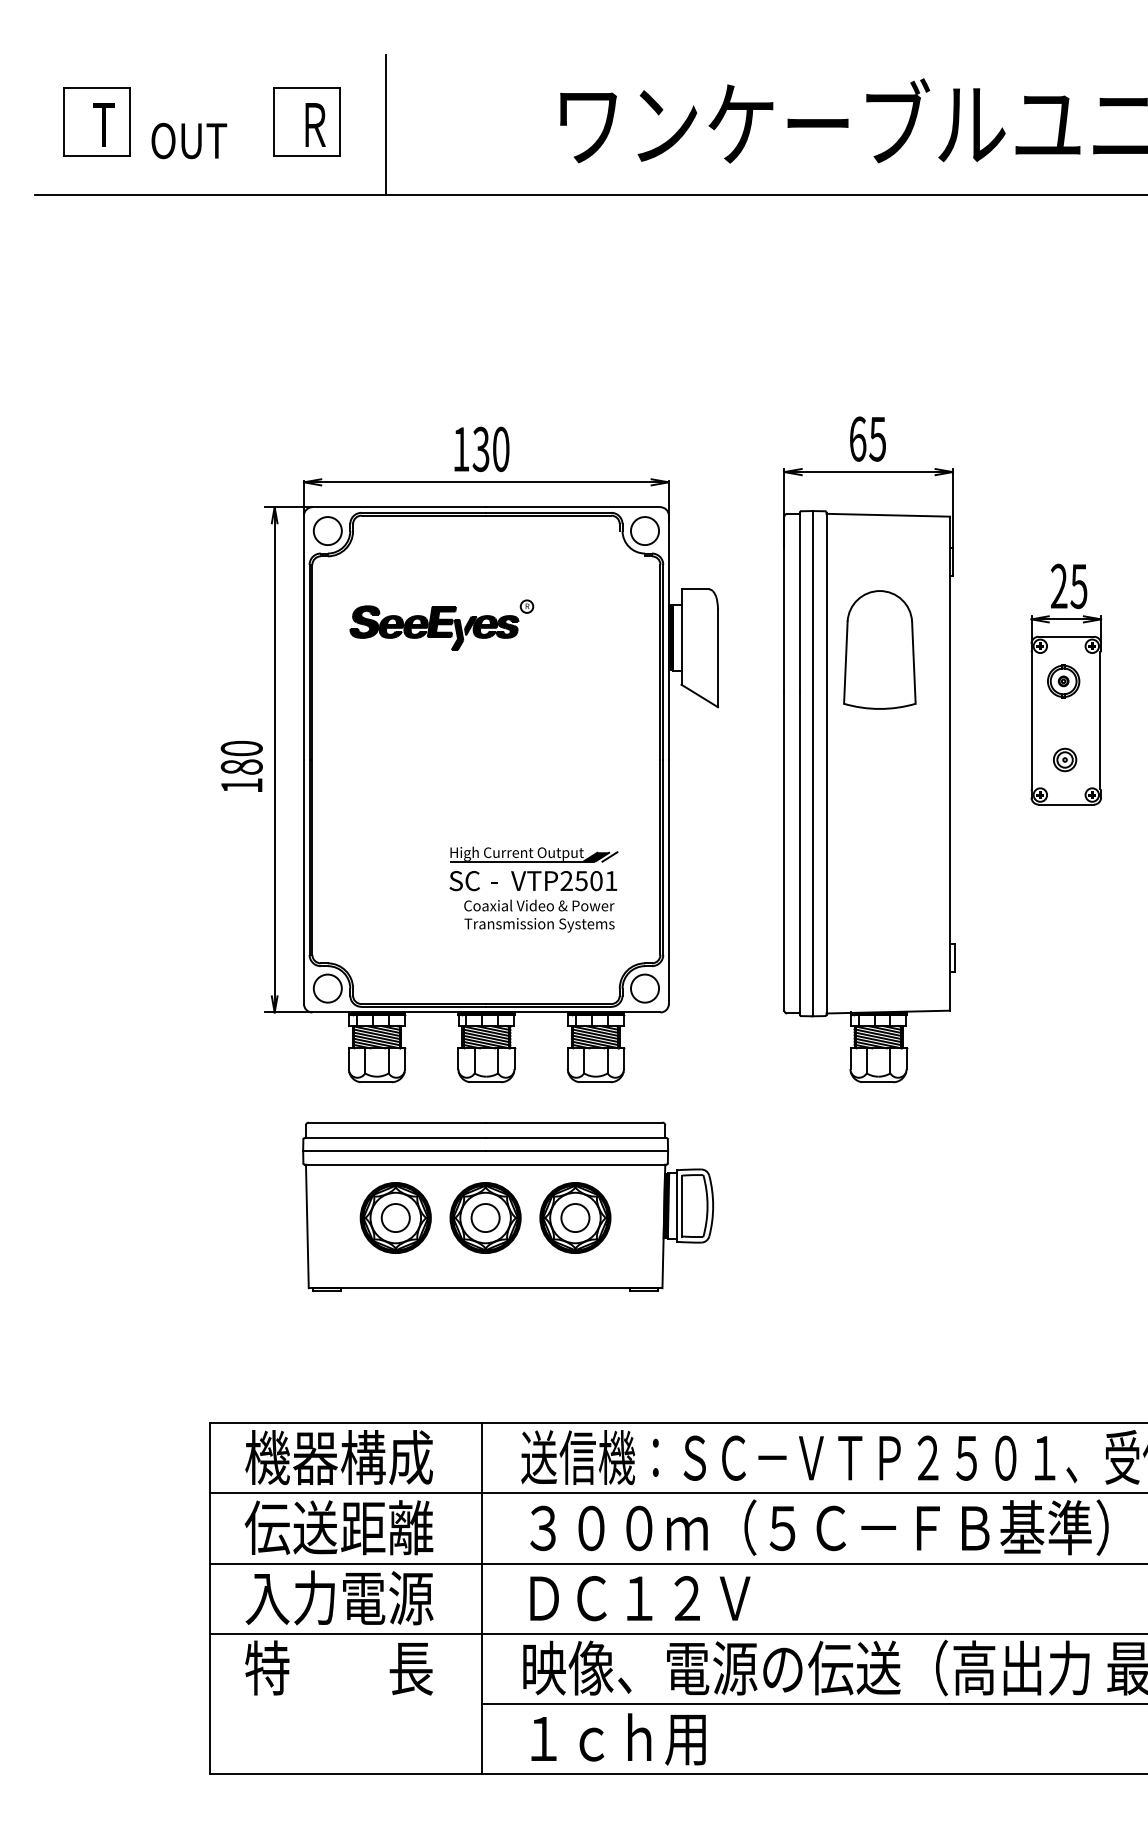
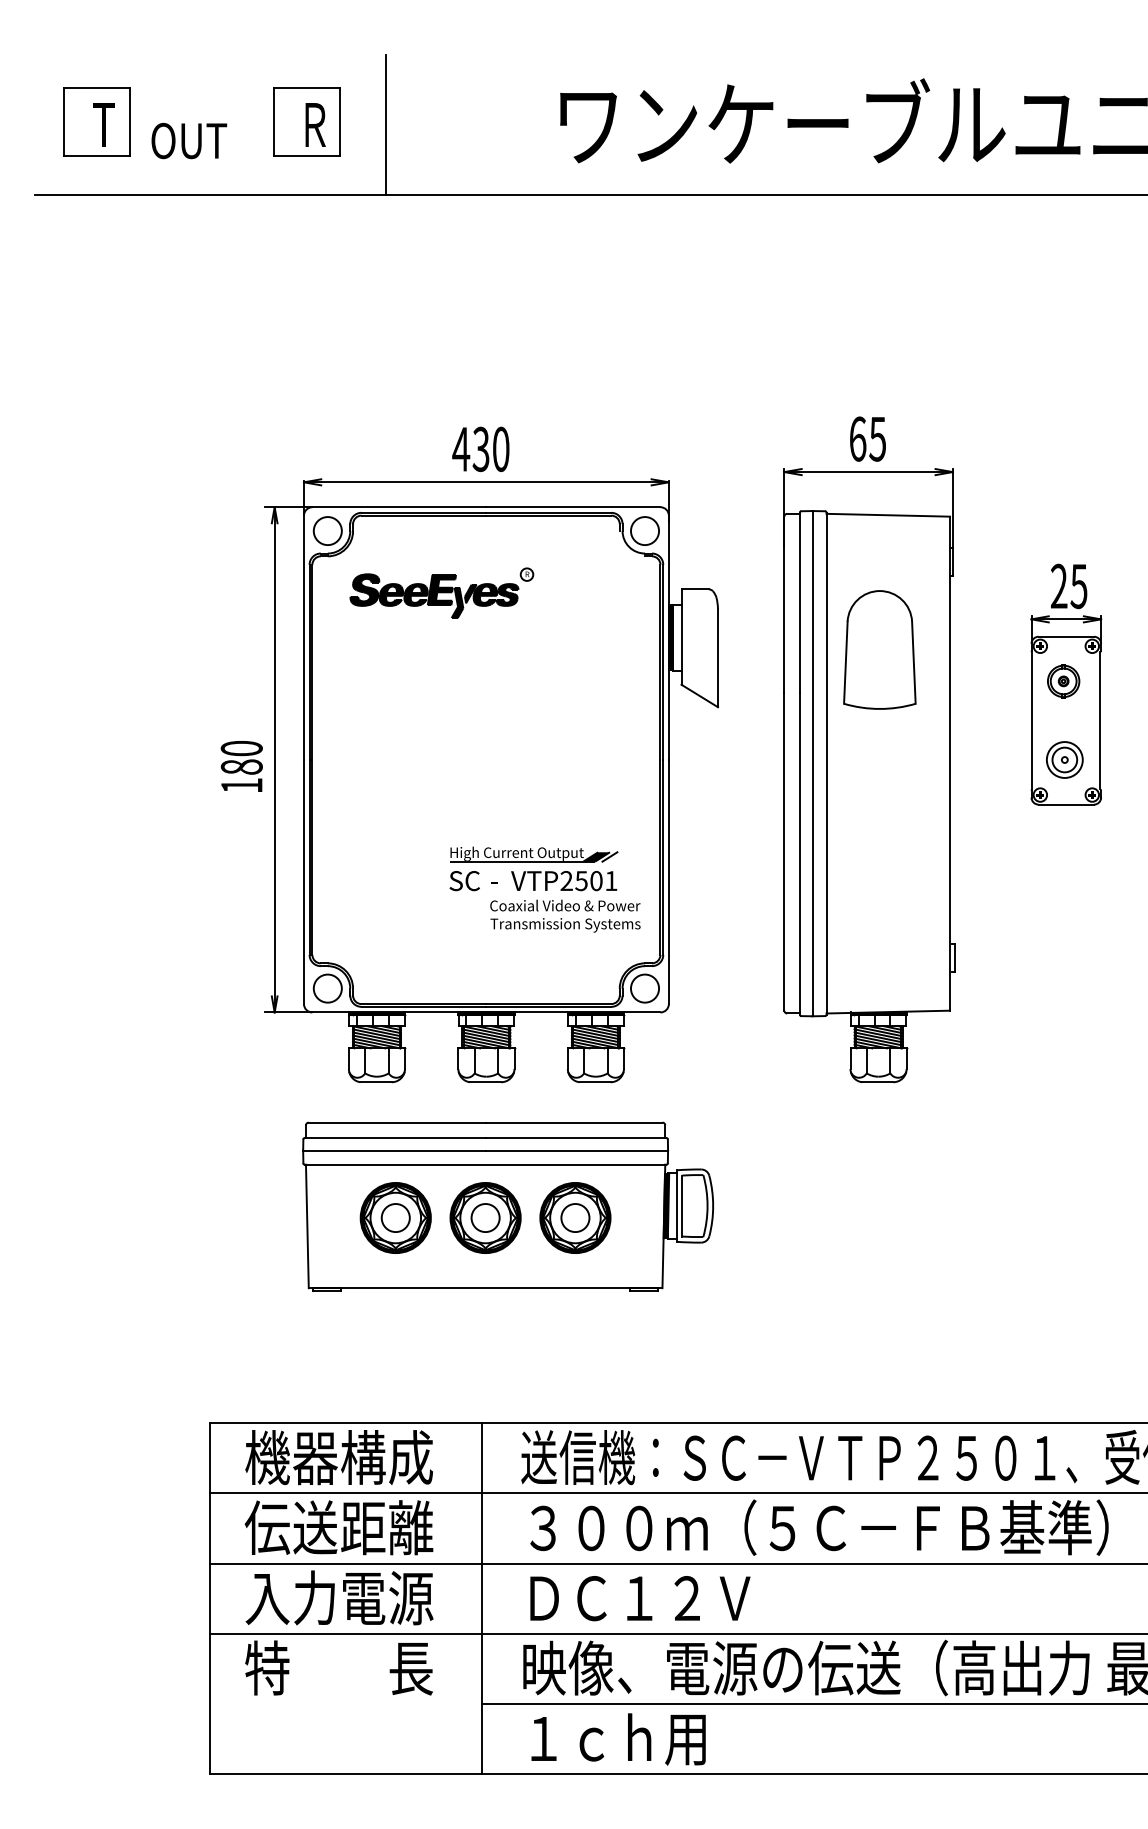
text at (461, 449): 130 -> 430
part at (441, 624) position: (441, 624) -> (441, 592)
part at (1065, 759) size: 25x26 px -> 38x38 px
text at (539, 915) position: (539, 915) -> (565, 915)
